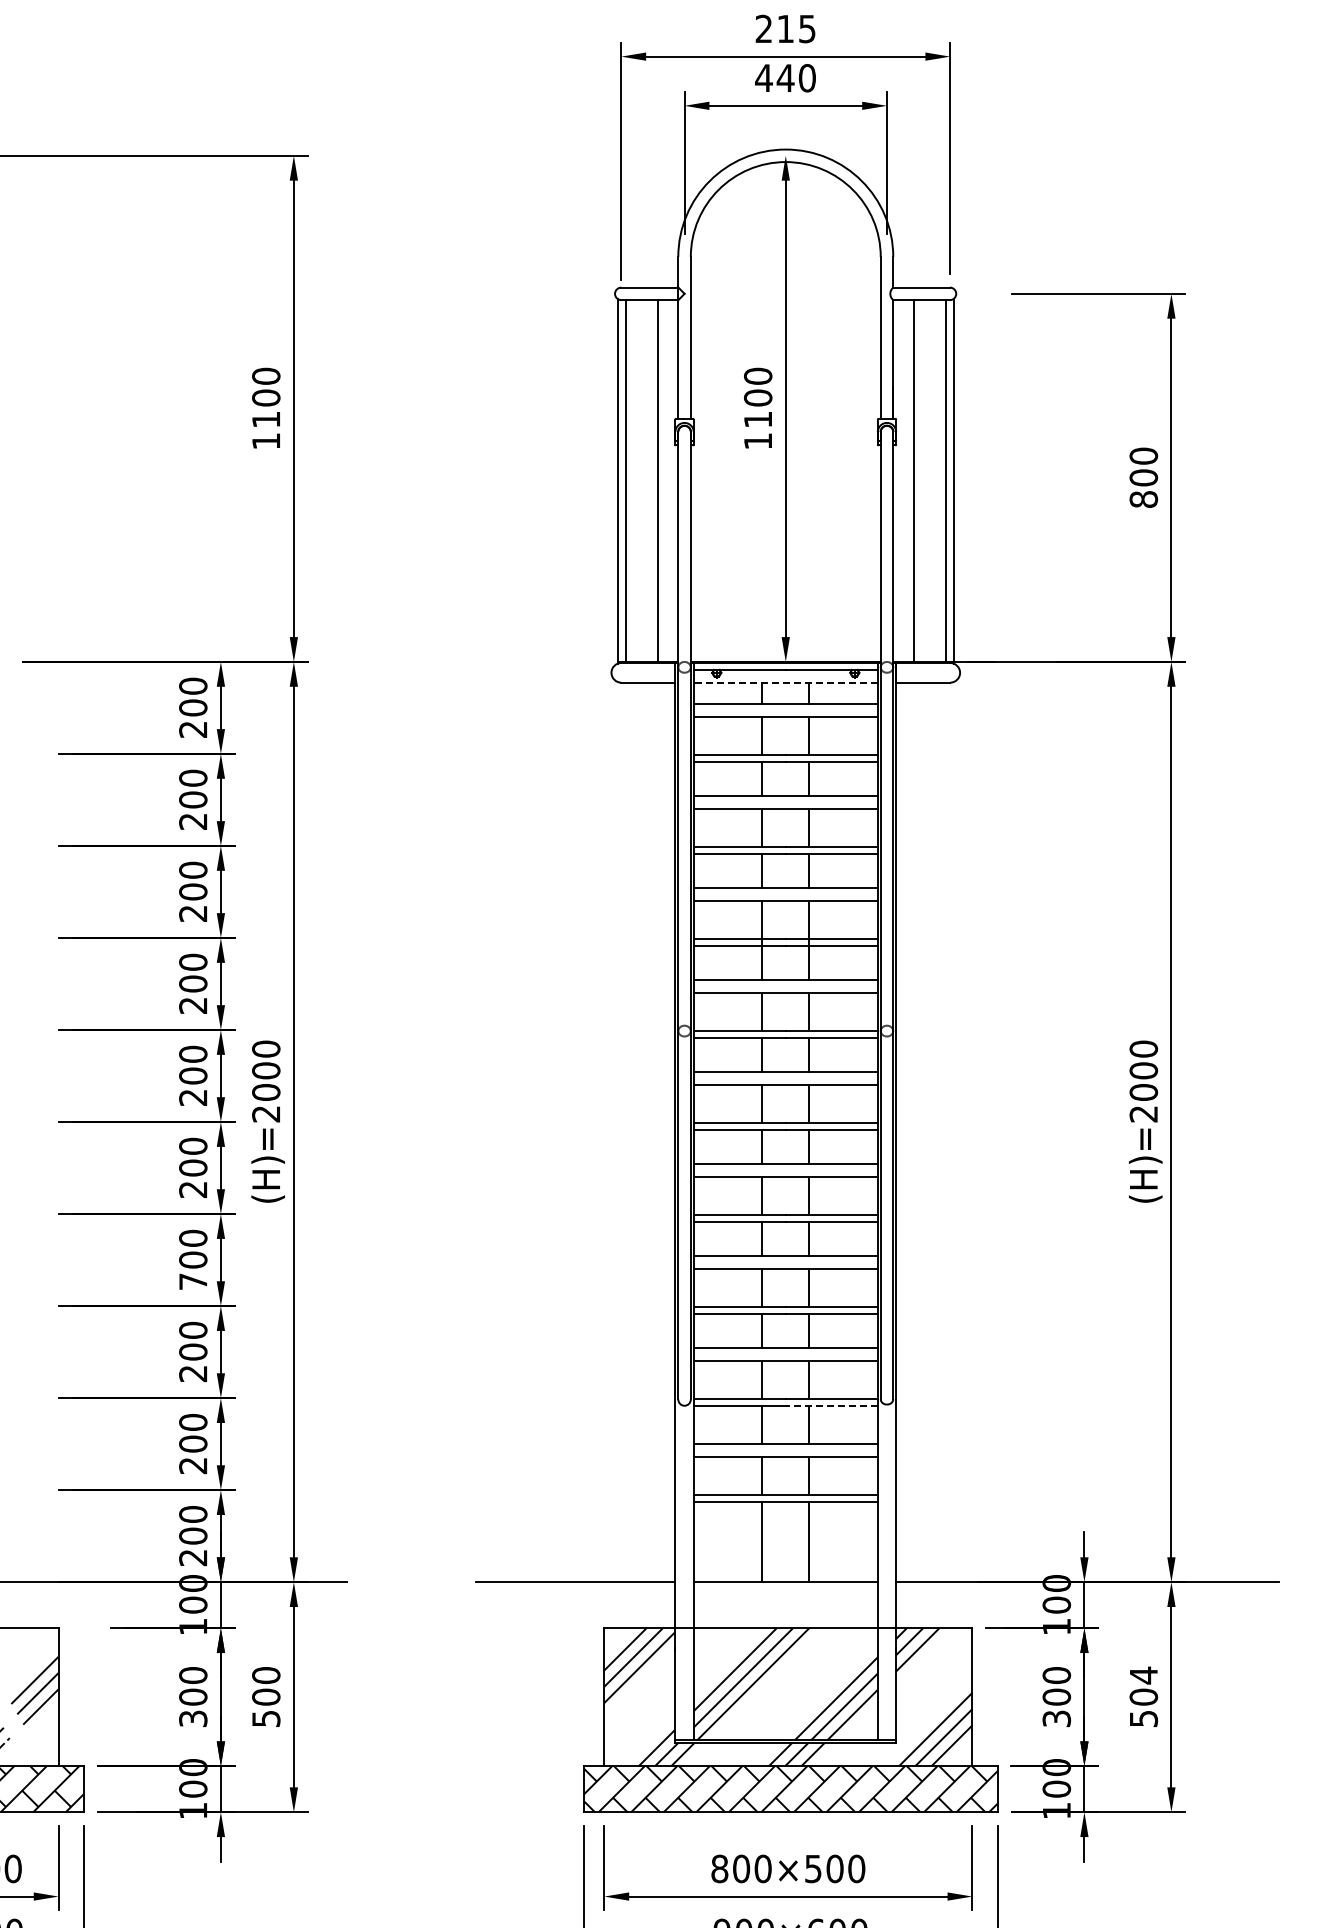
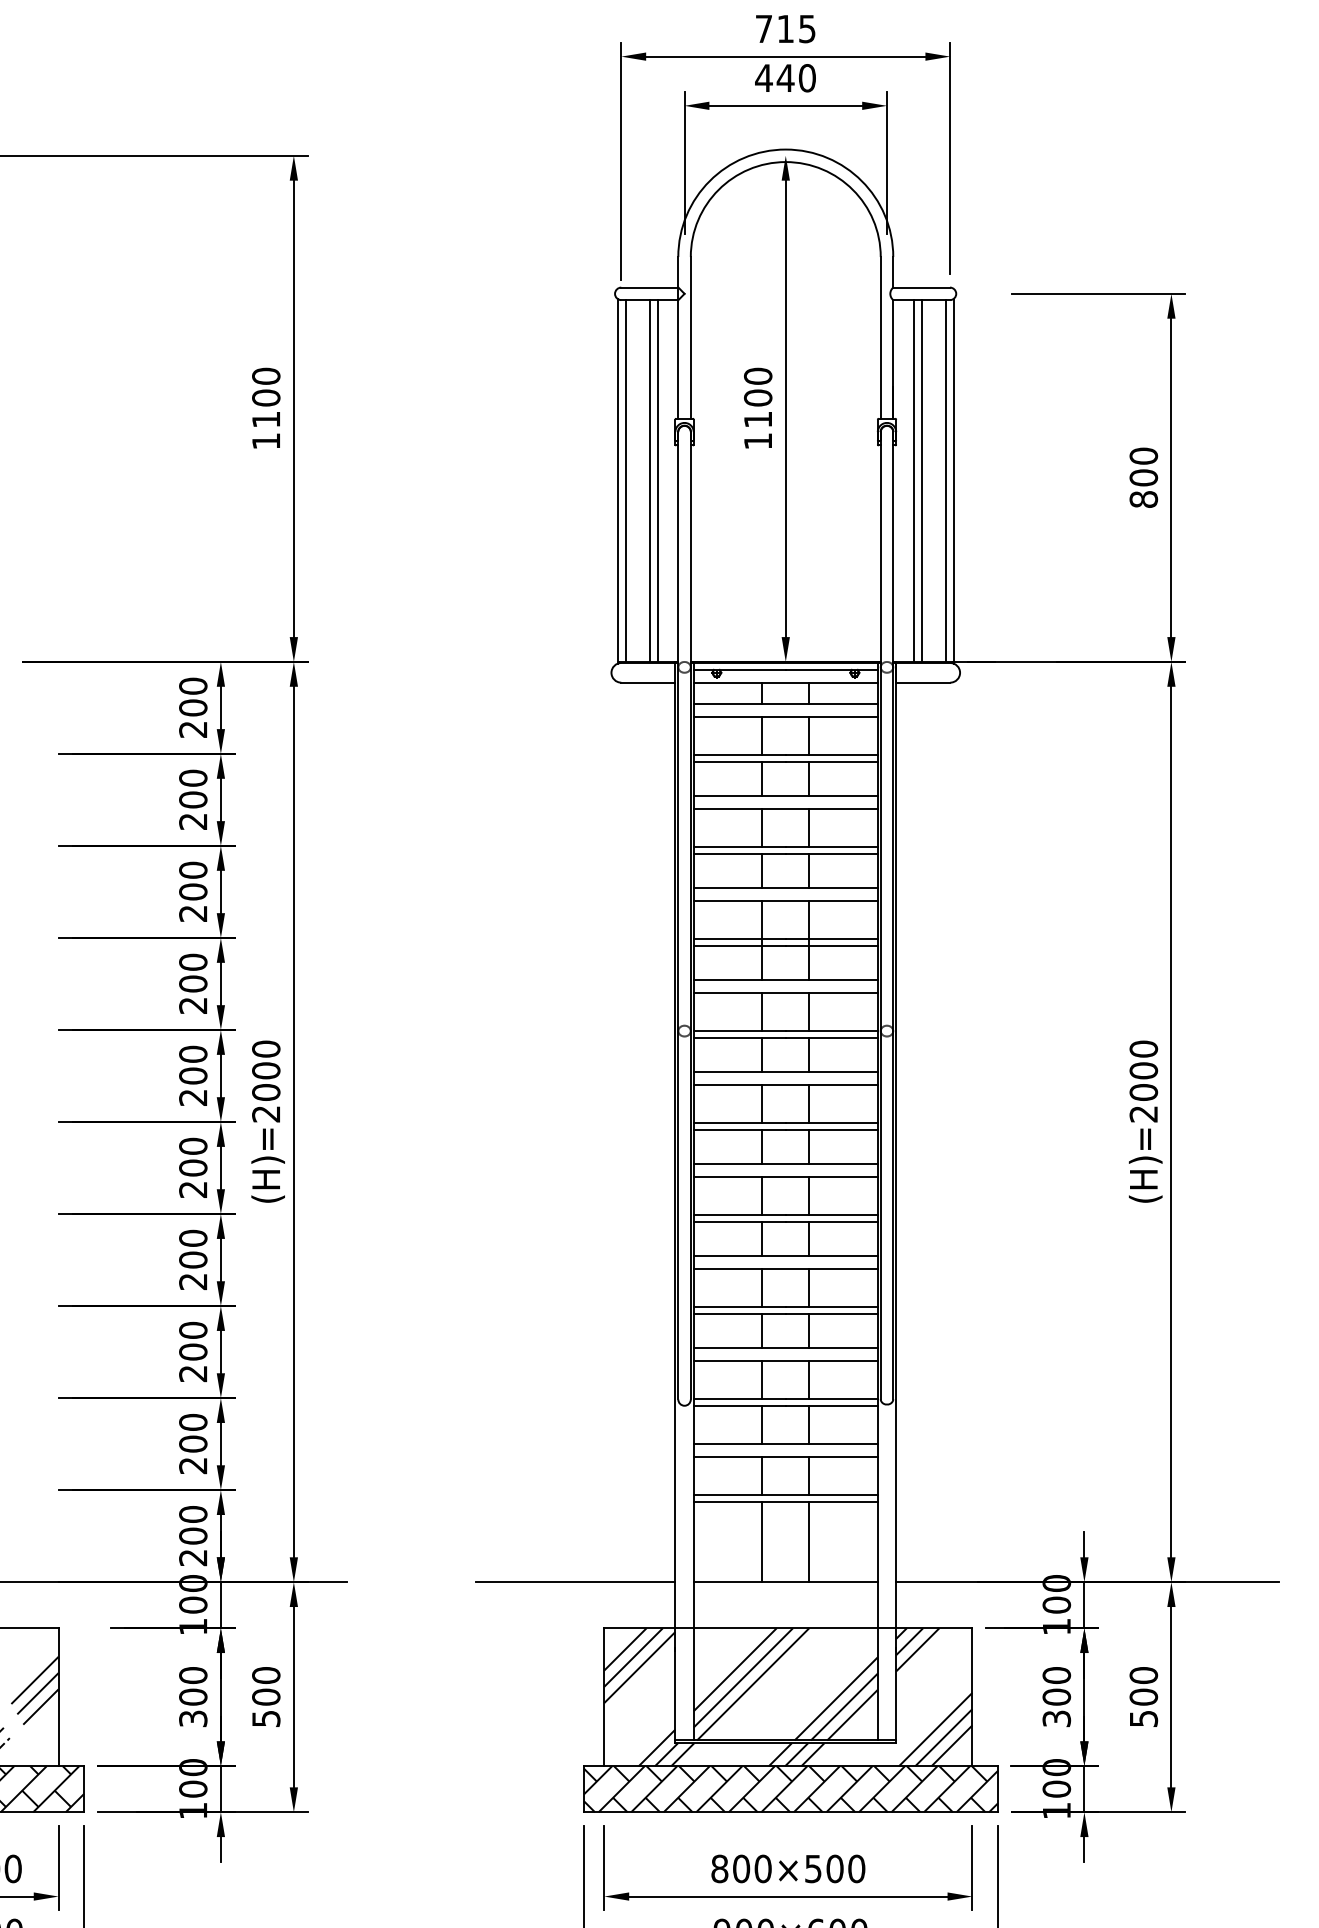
text at (763, 28): 215 -> 715
line at (649, 480): none -> present
line at (921, 480): none -> present
line at (785, 682): dashed -> solid
text at (193, 1281): 700 -> 200
line at (831, 1406): dashed -> solid
text at (1143, 1675): 504 -> 500
